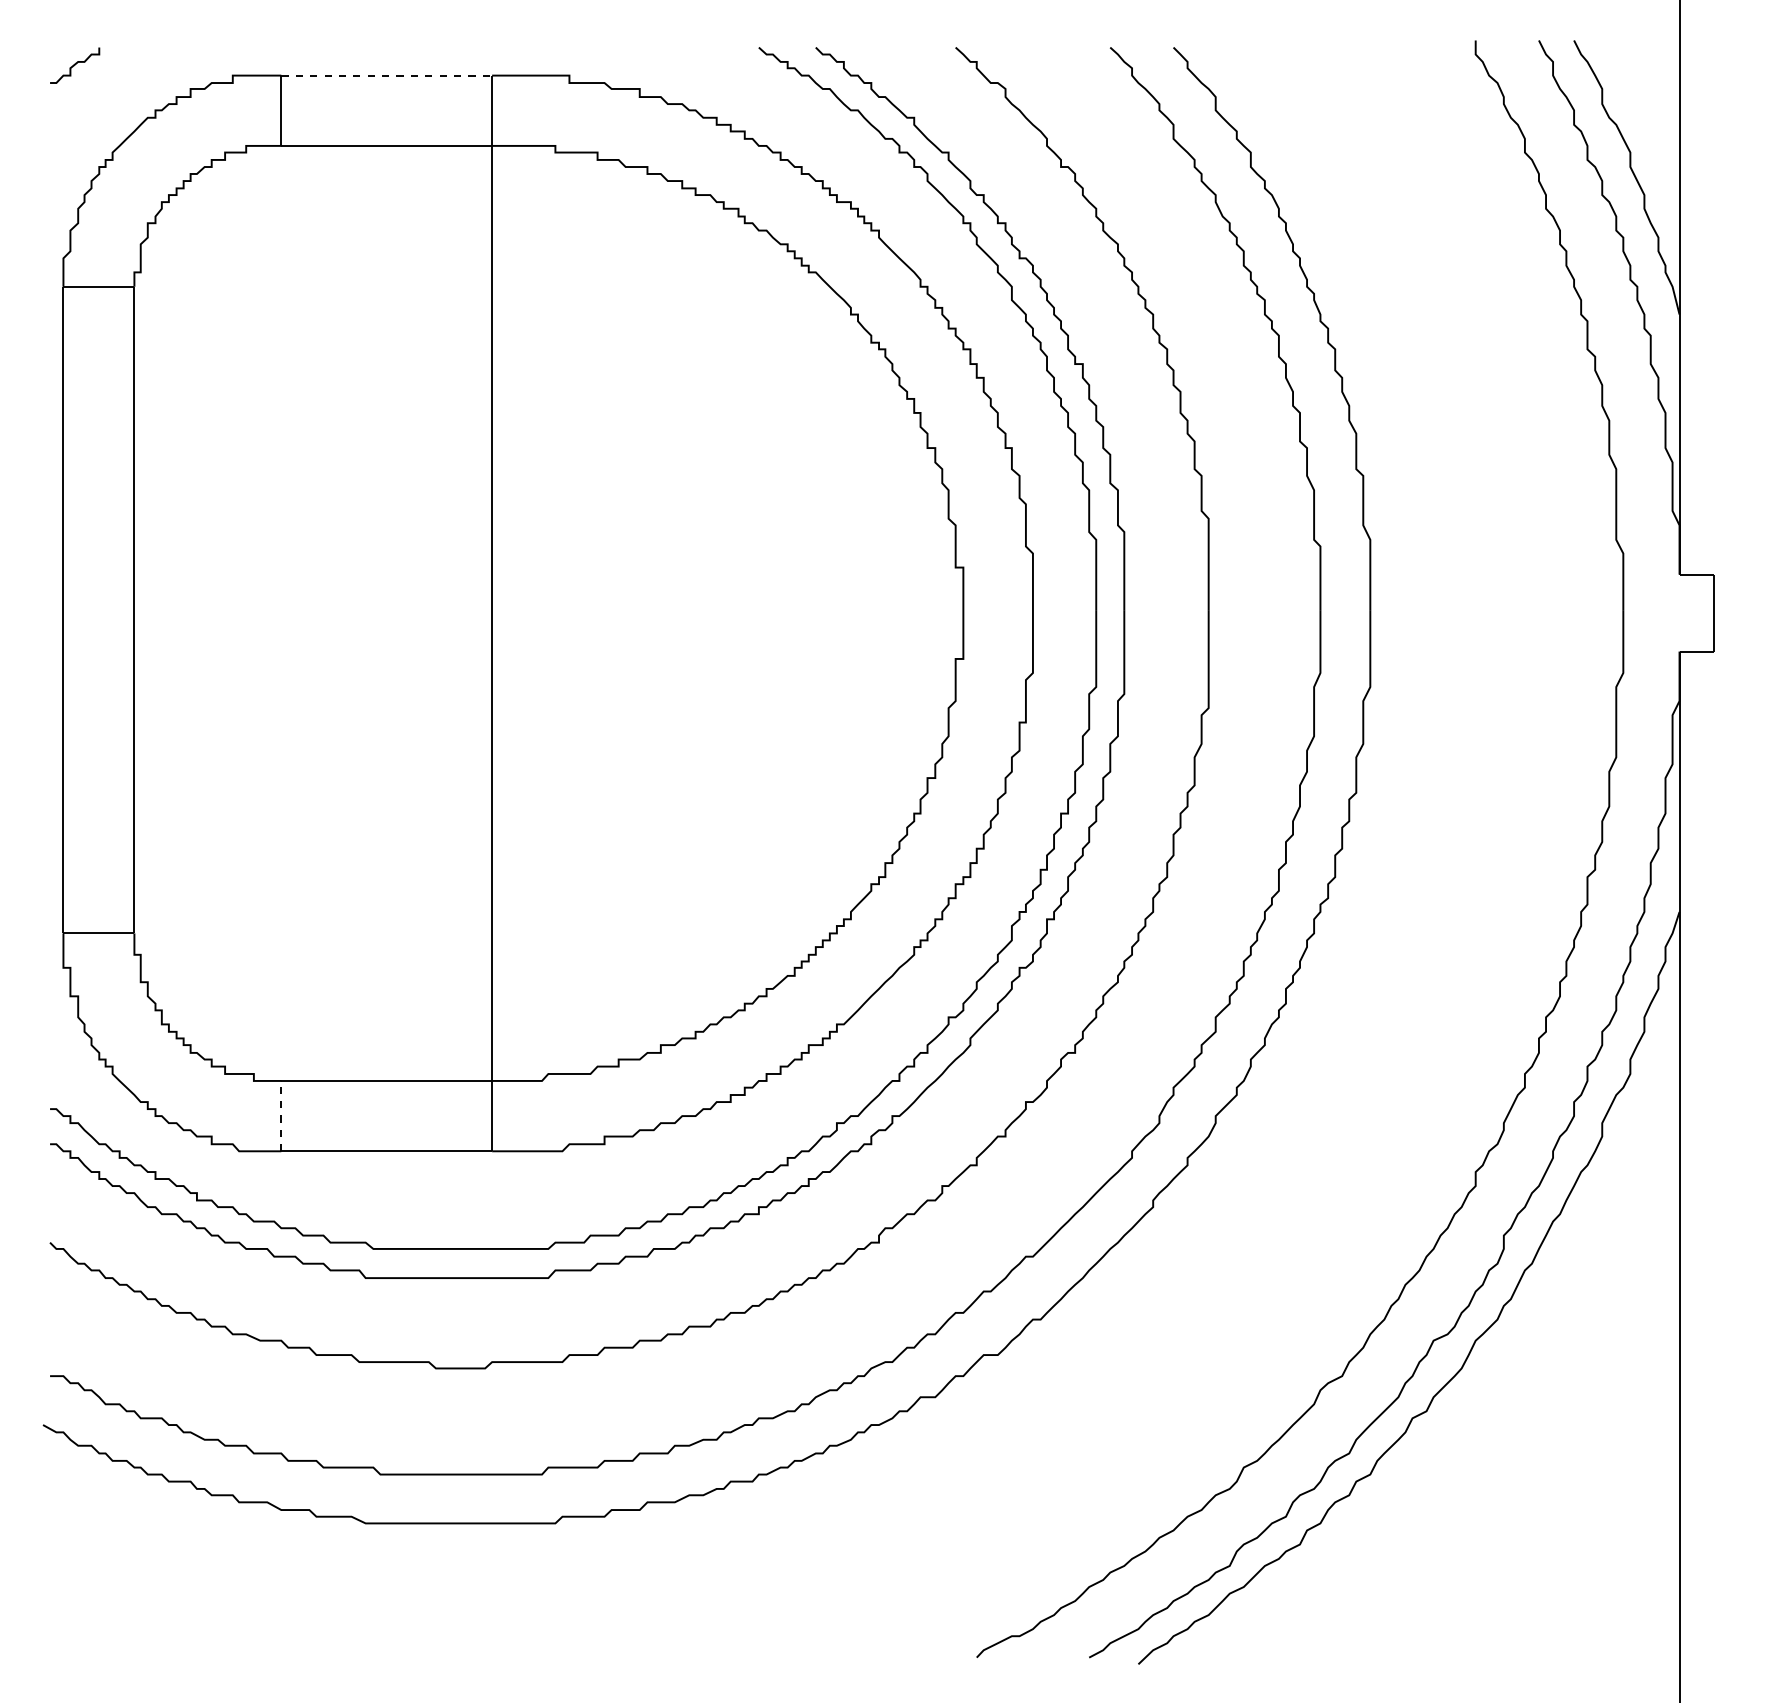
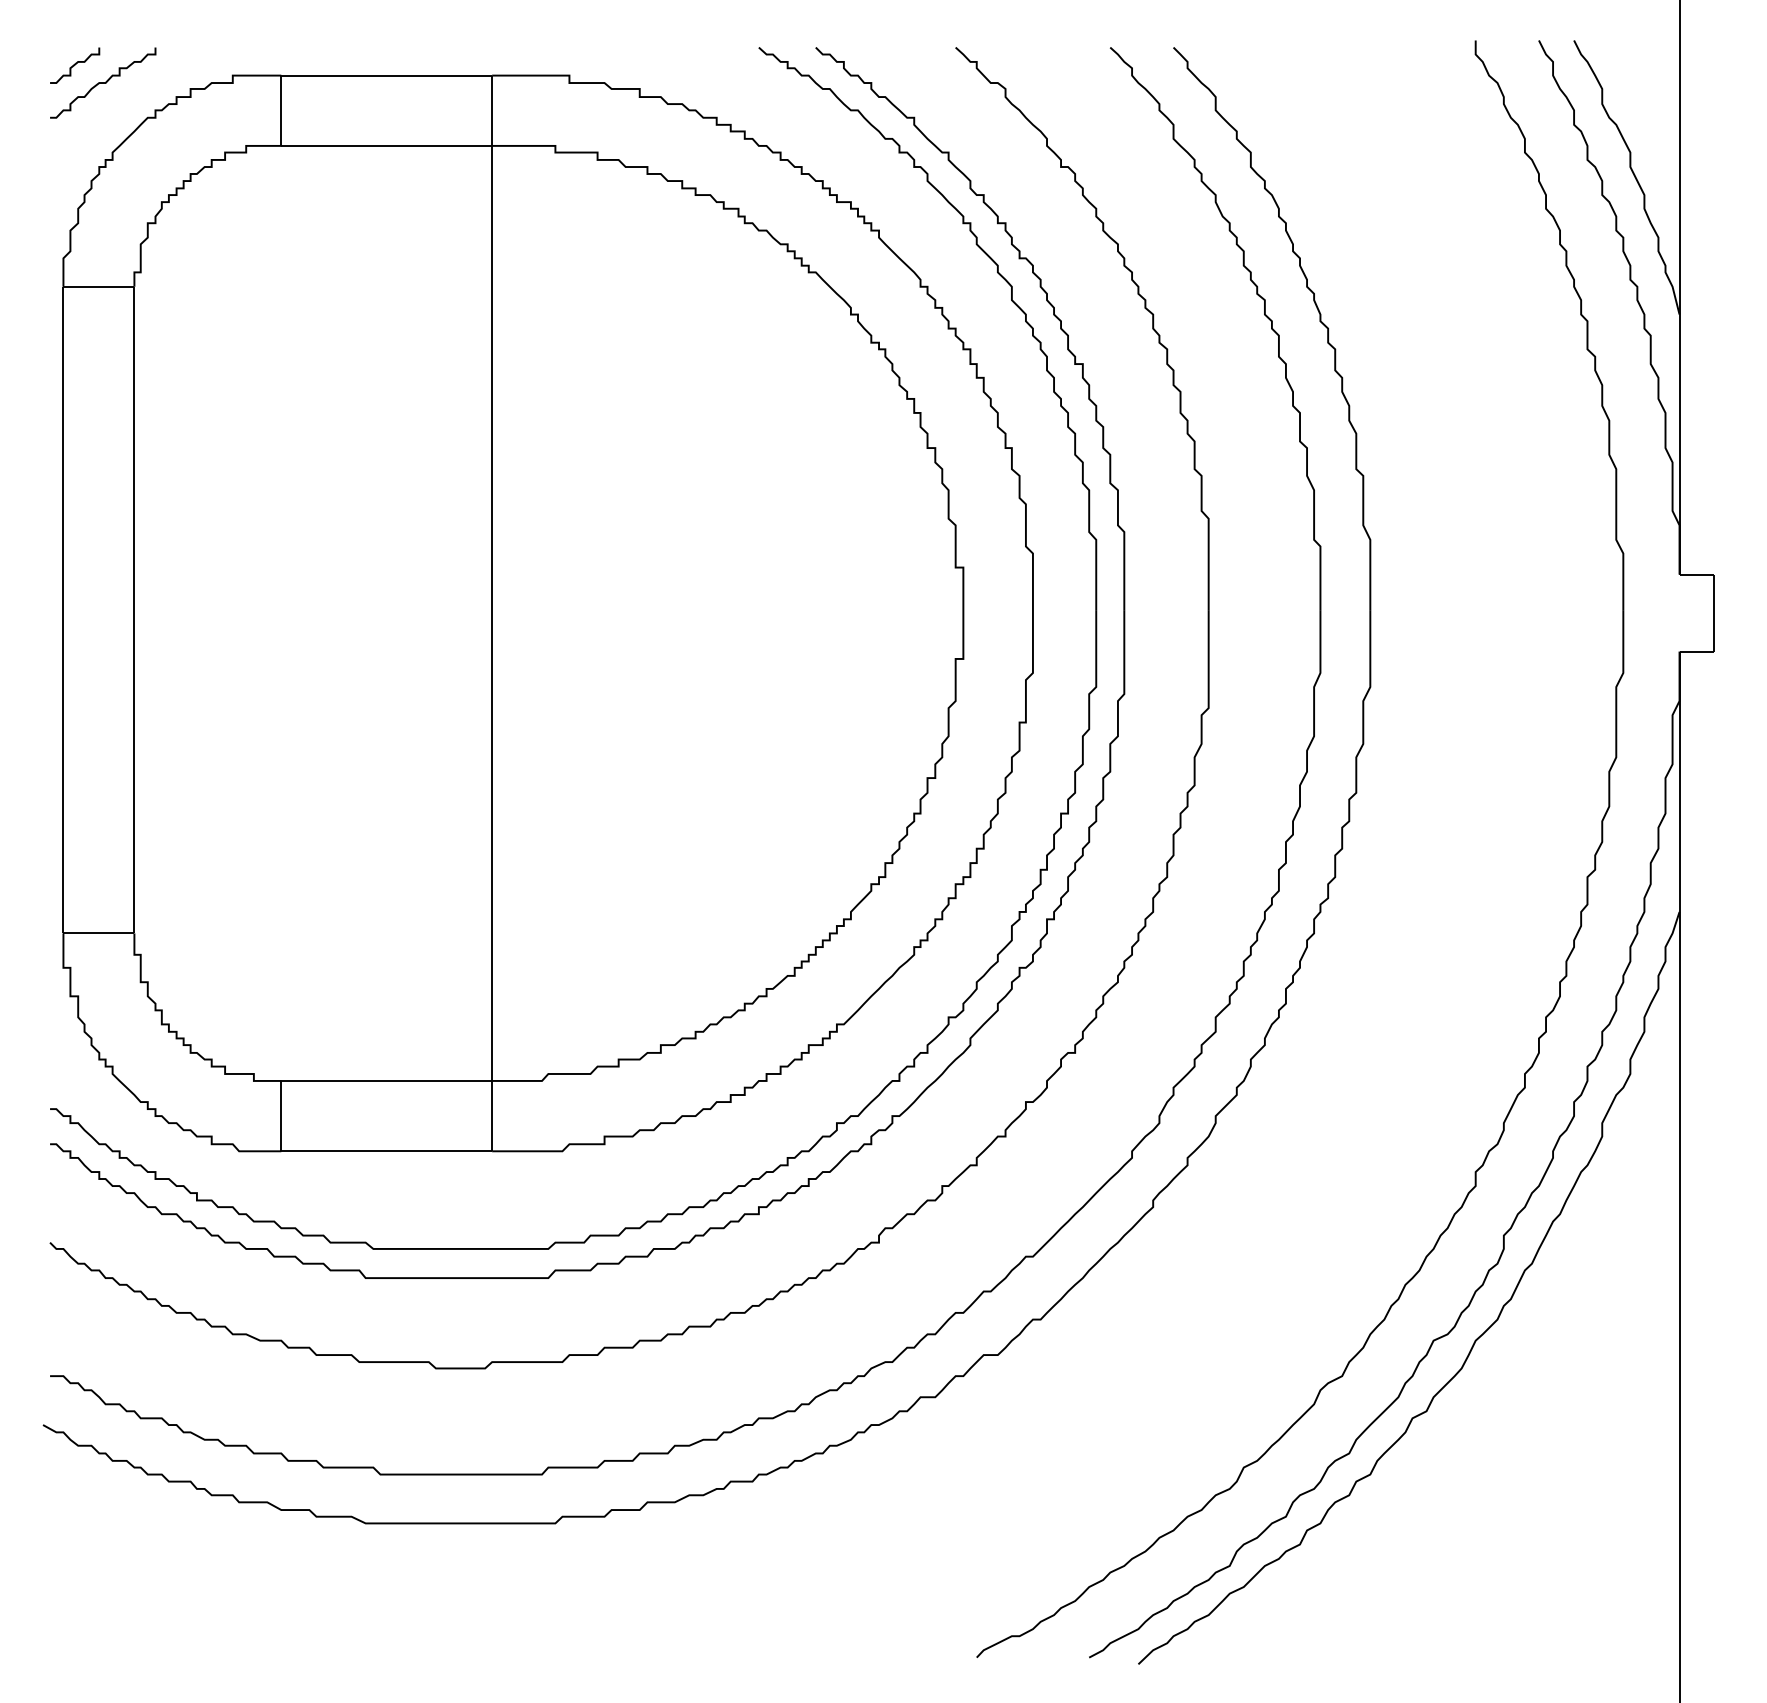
line at (387, 75): dashed -> solid
curve at (103, 82): none -> present
line at (281, 1115): dashed -> solid
